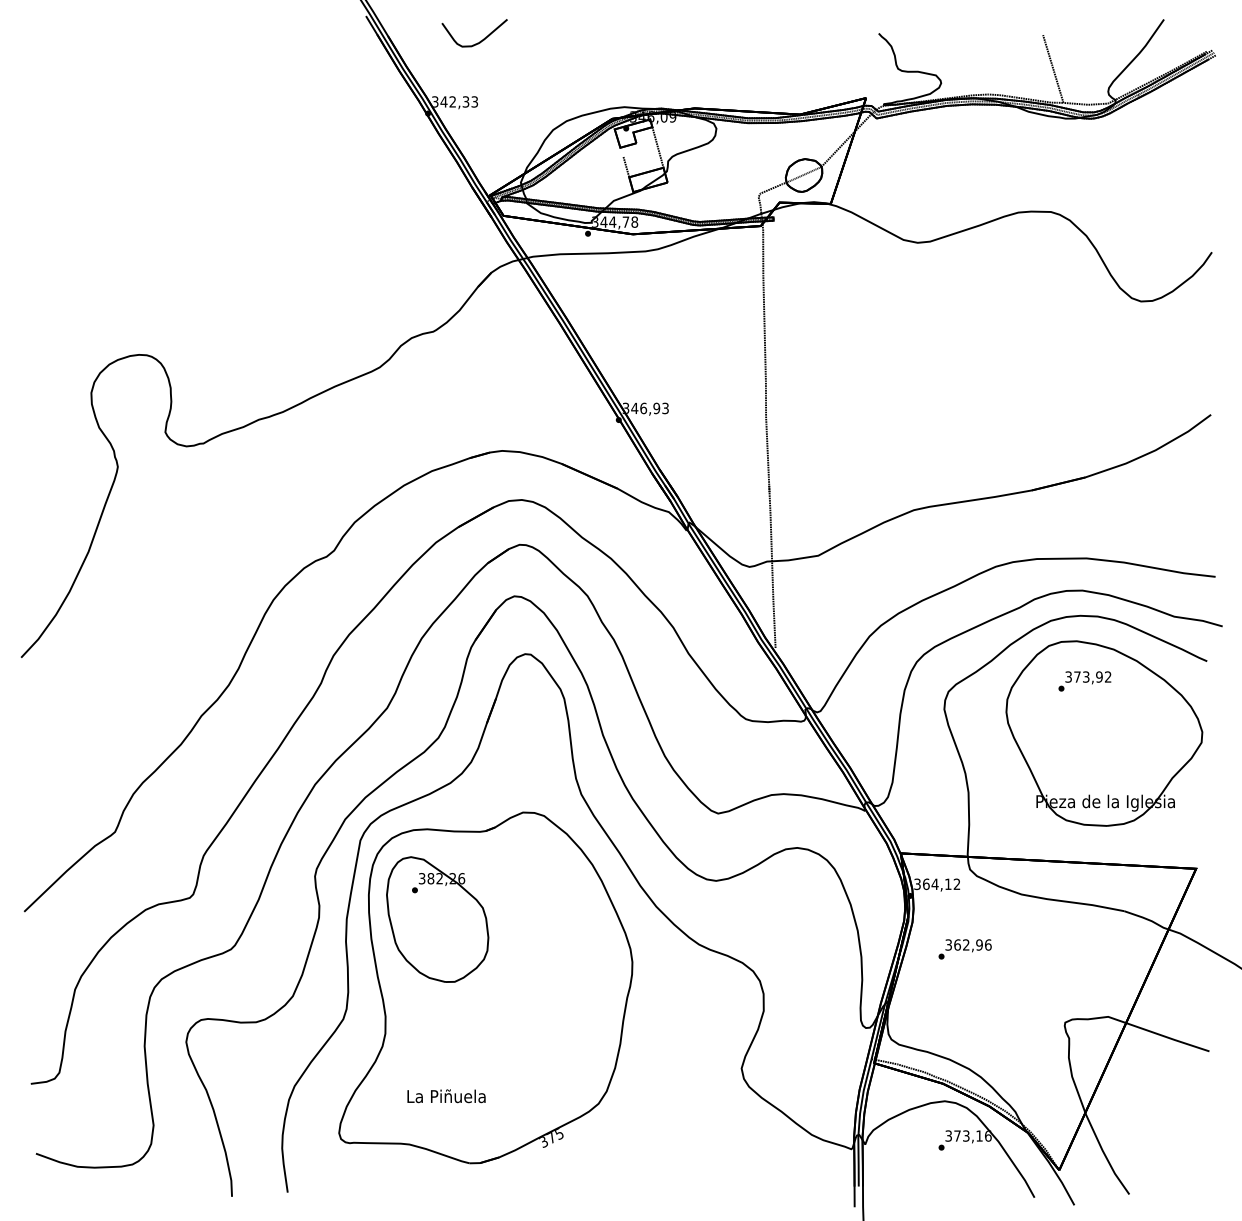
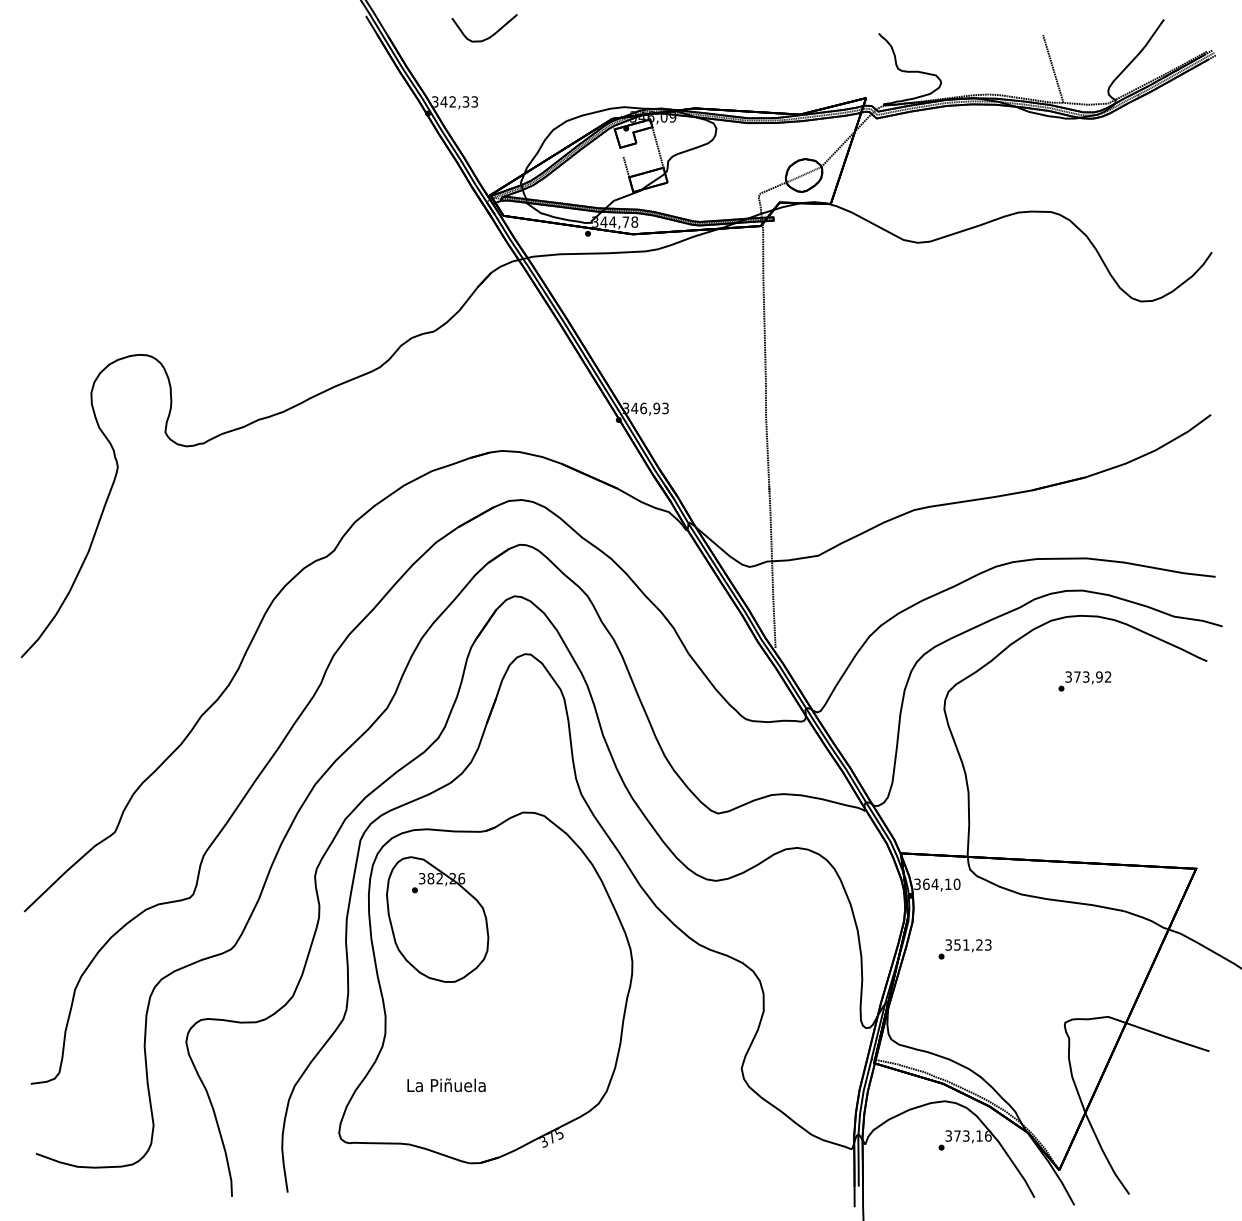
curve at (480, 40) position: (480, 40) -> (490, 35)
part at (1104, 733): present -> none
text at (956, 883): 364,12 -> 364,10
text at (972, 944): 362,96 -> 351,23
text at (446, 1096) position: (446, 1096) -> (446, 1085)
